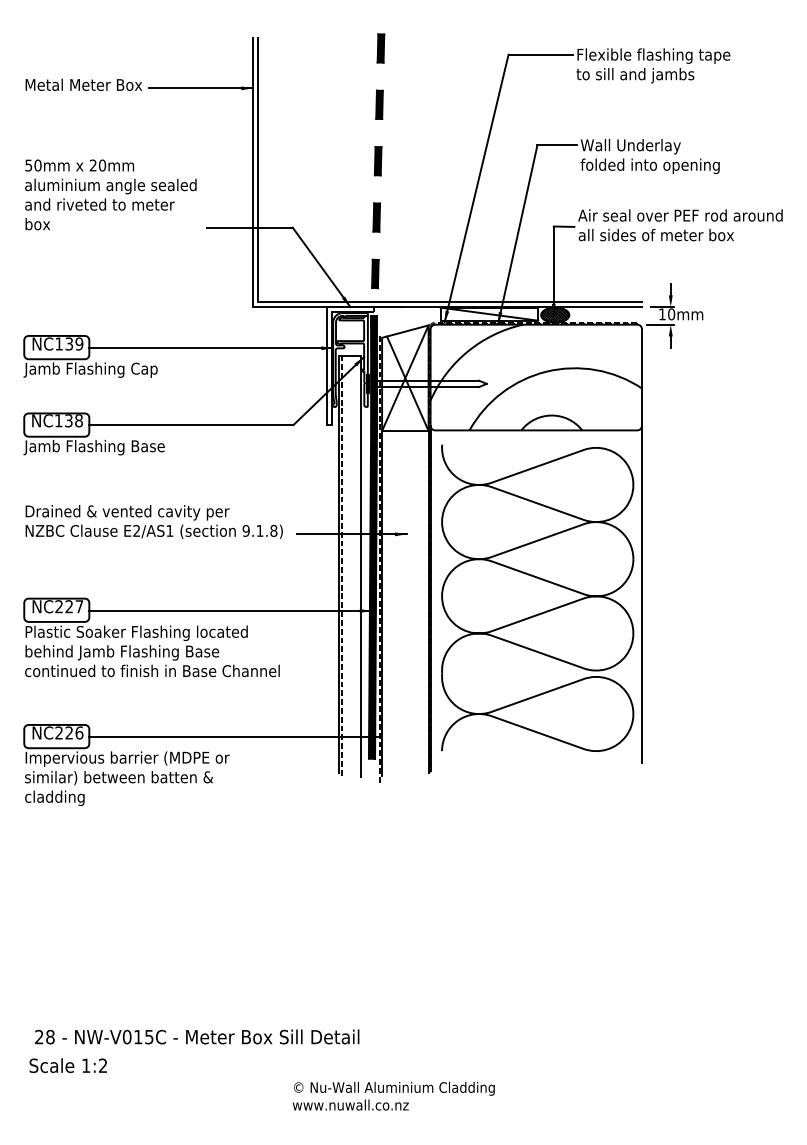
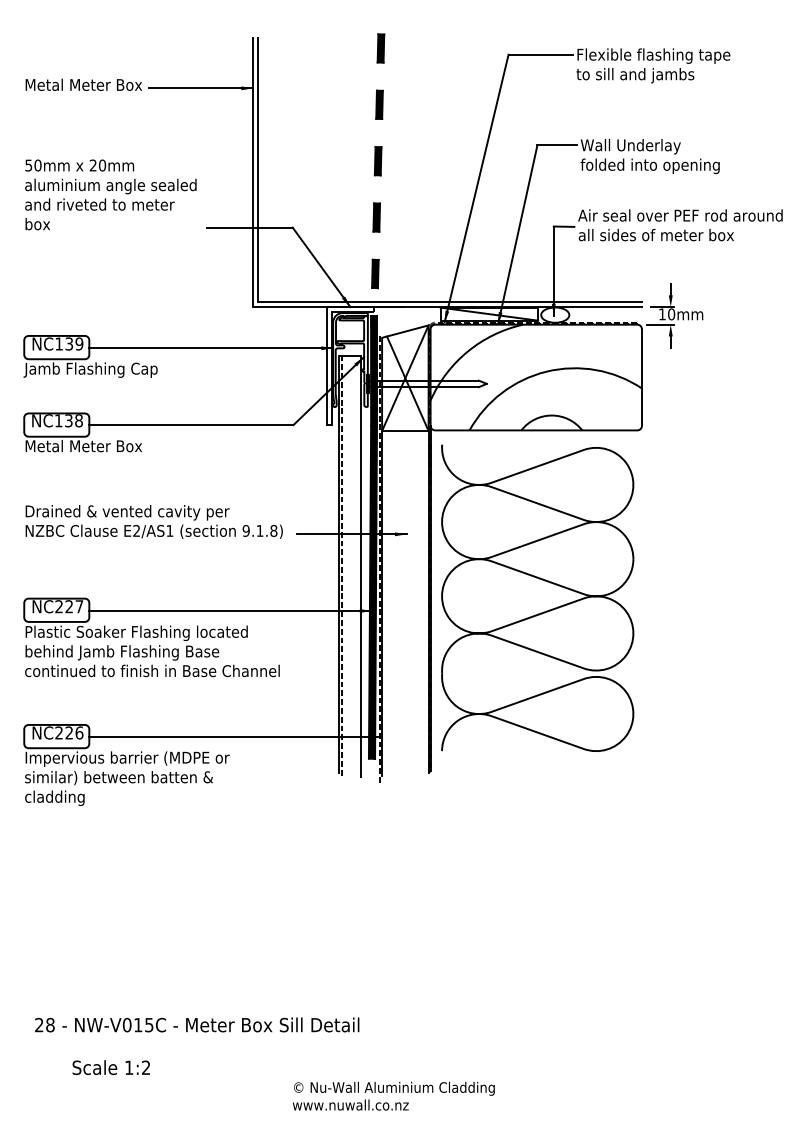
hatch at (555, 314): present -> none
text at (93, 447): Jamb Flashing Base -> Metal Meter Box
line at (642, 594): present -> none
text at (197, 1036) position: (197, 1036) -> (197, 1024)
text at (67, 1065) position: (67, 1065) -> (110, 1067)
